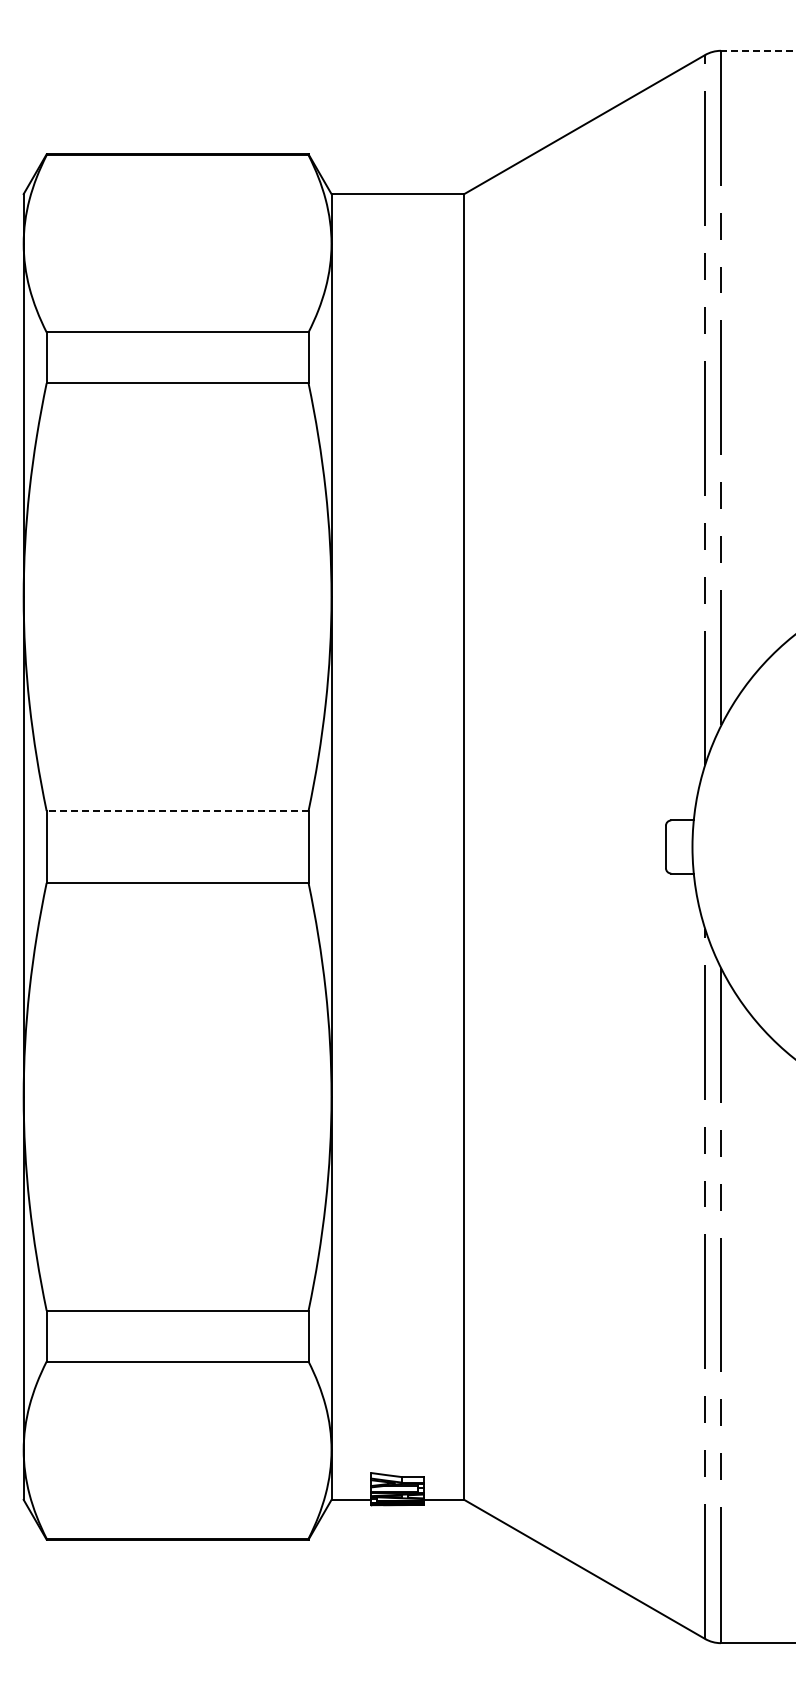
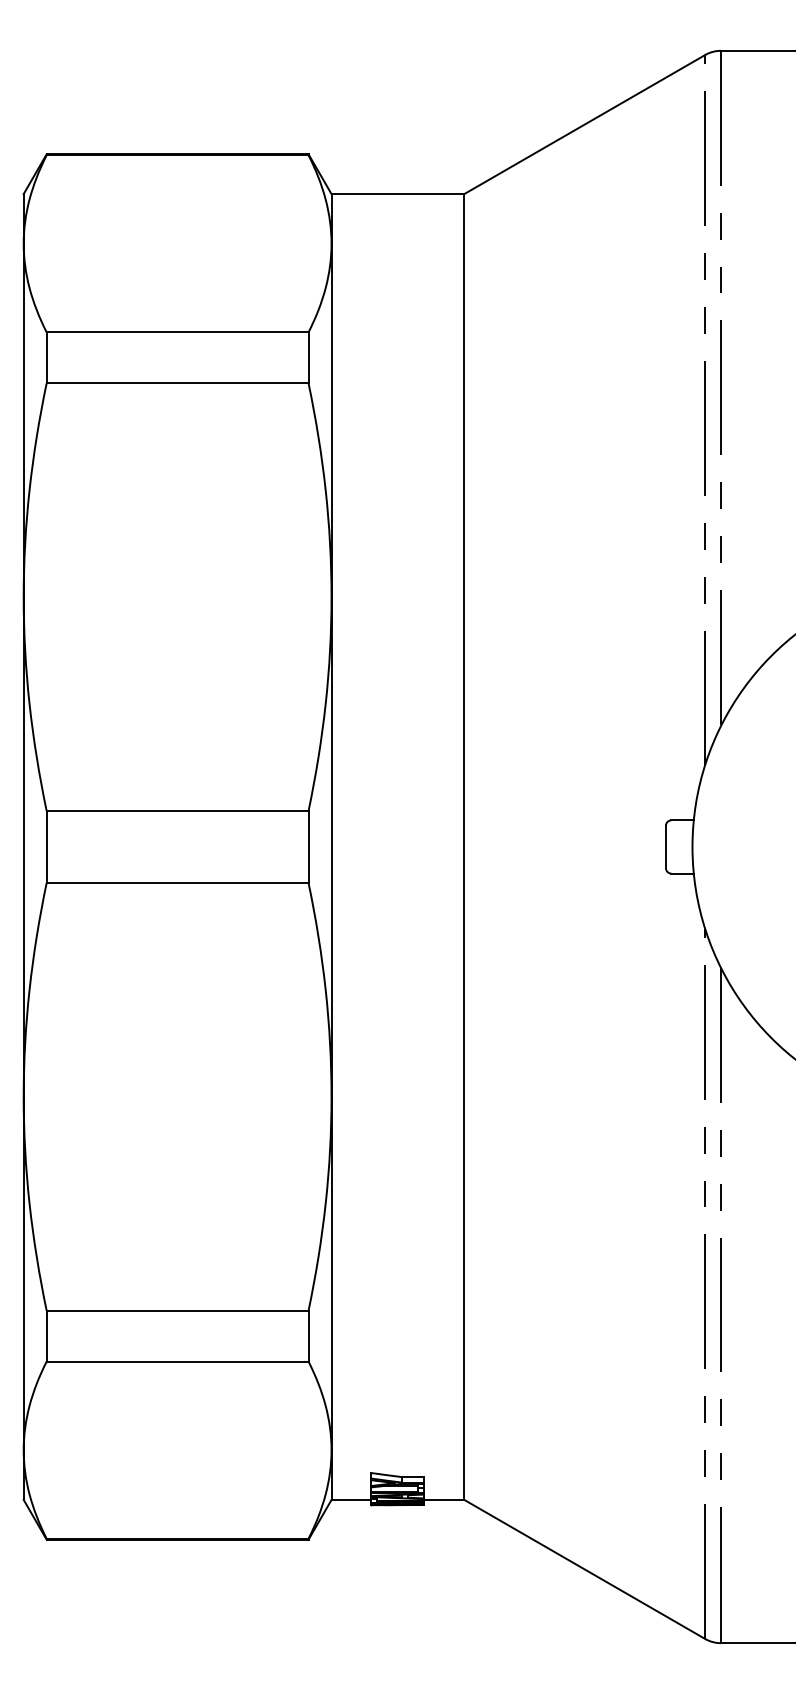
line at (757, 50): dashed -> solid
line at (177, 810): dashed -> solid
